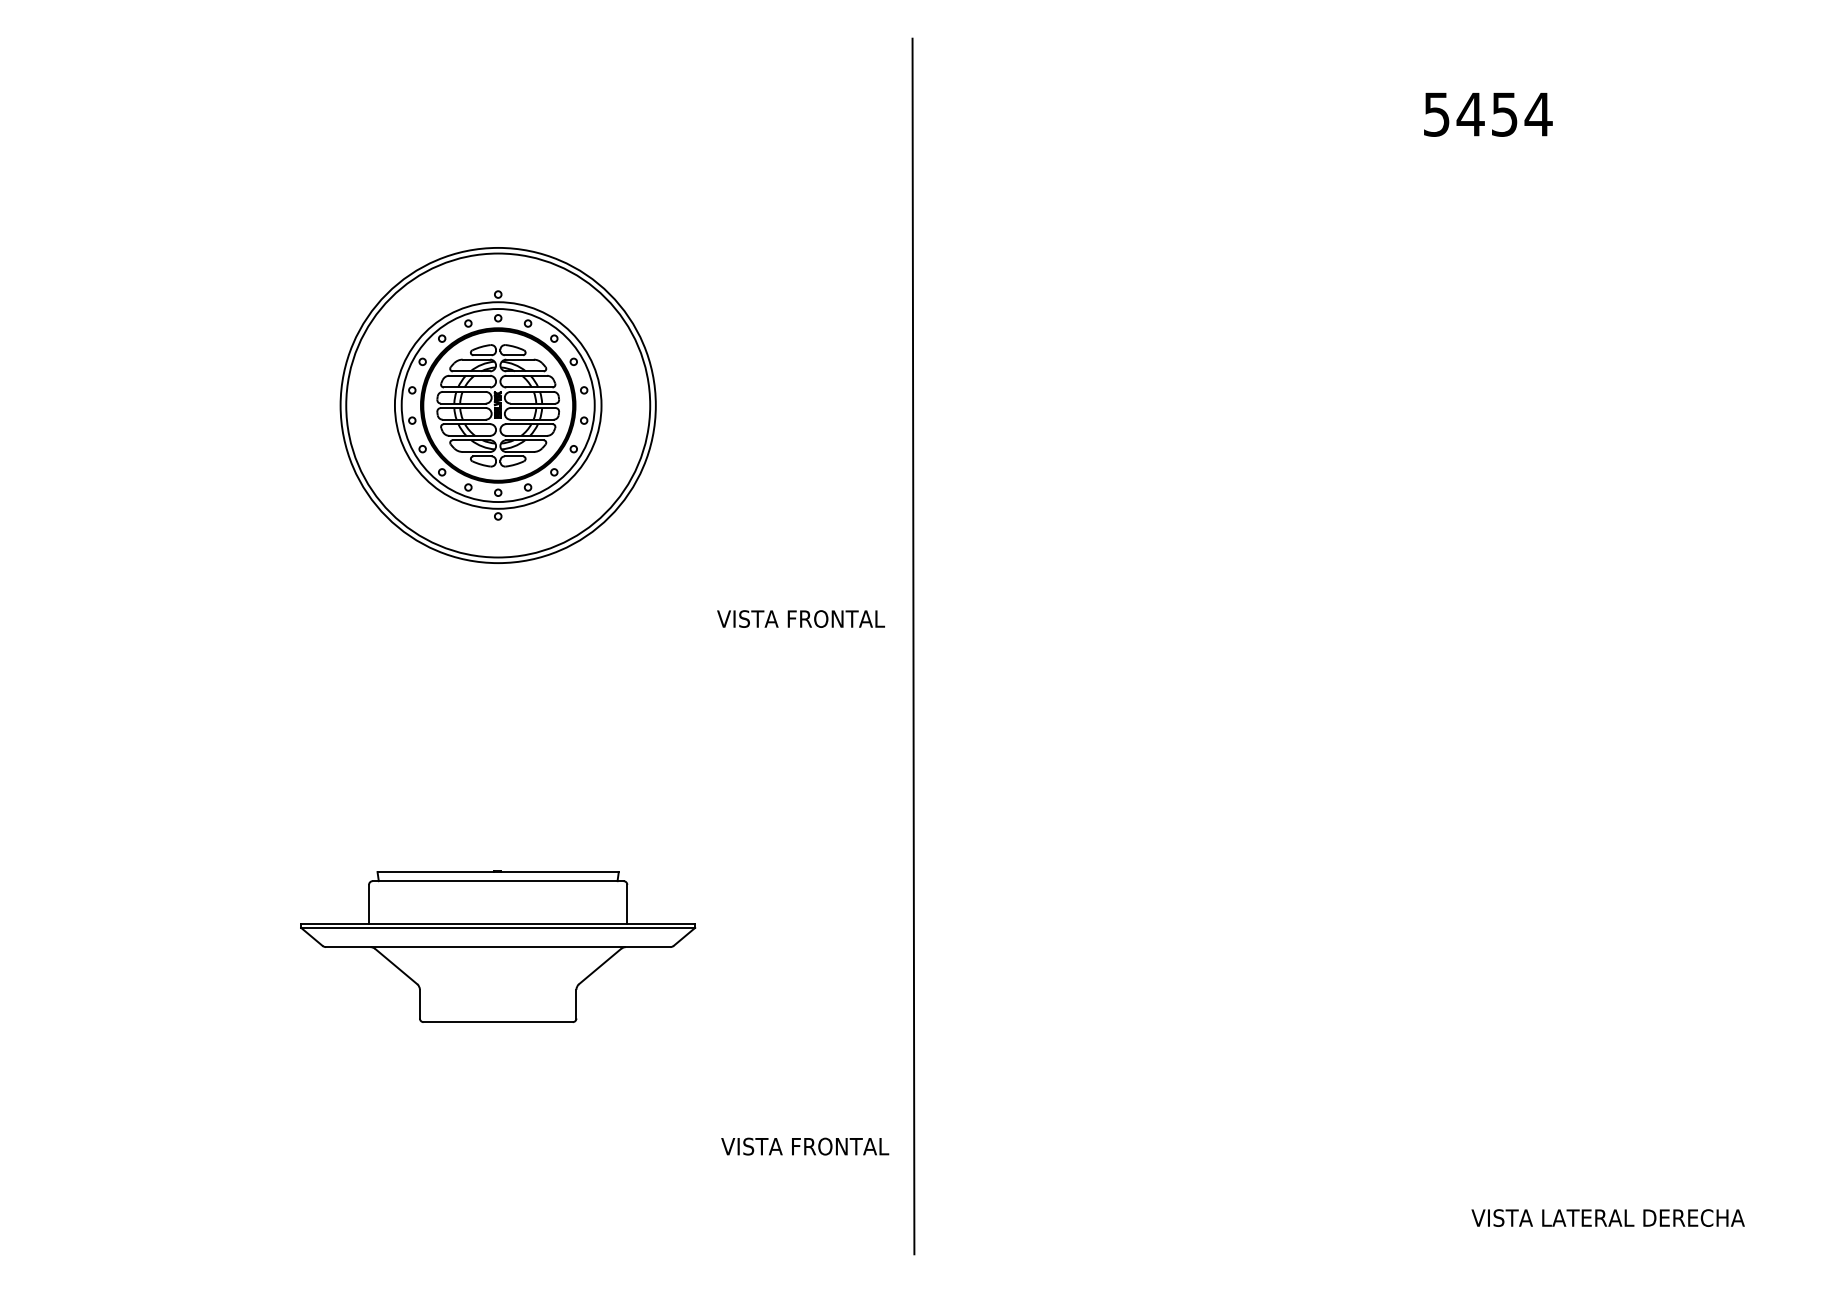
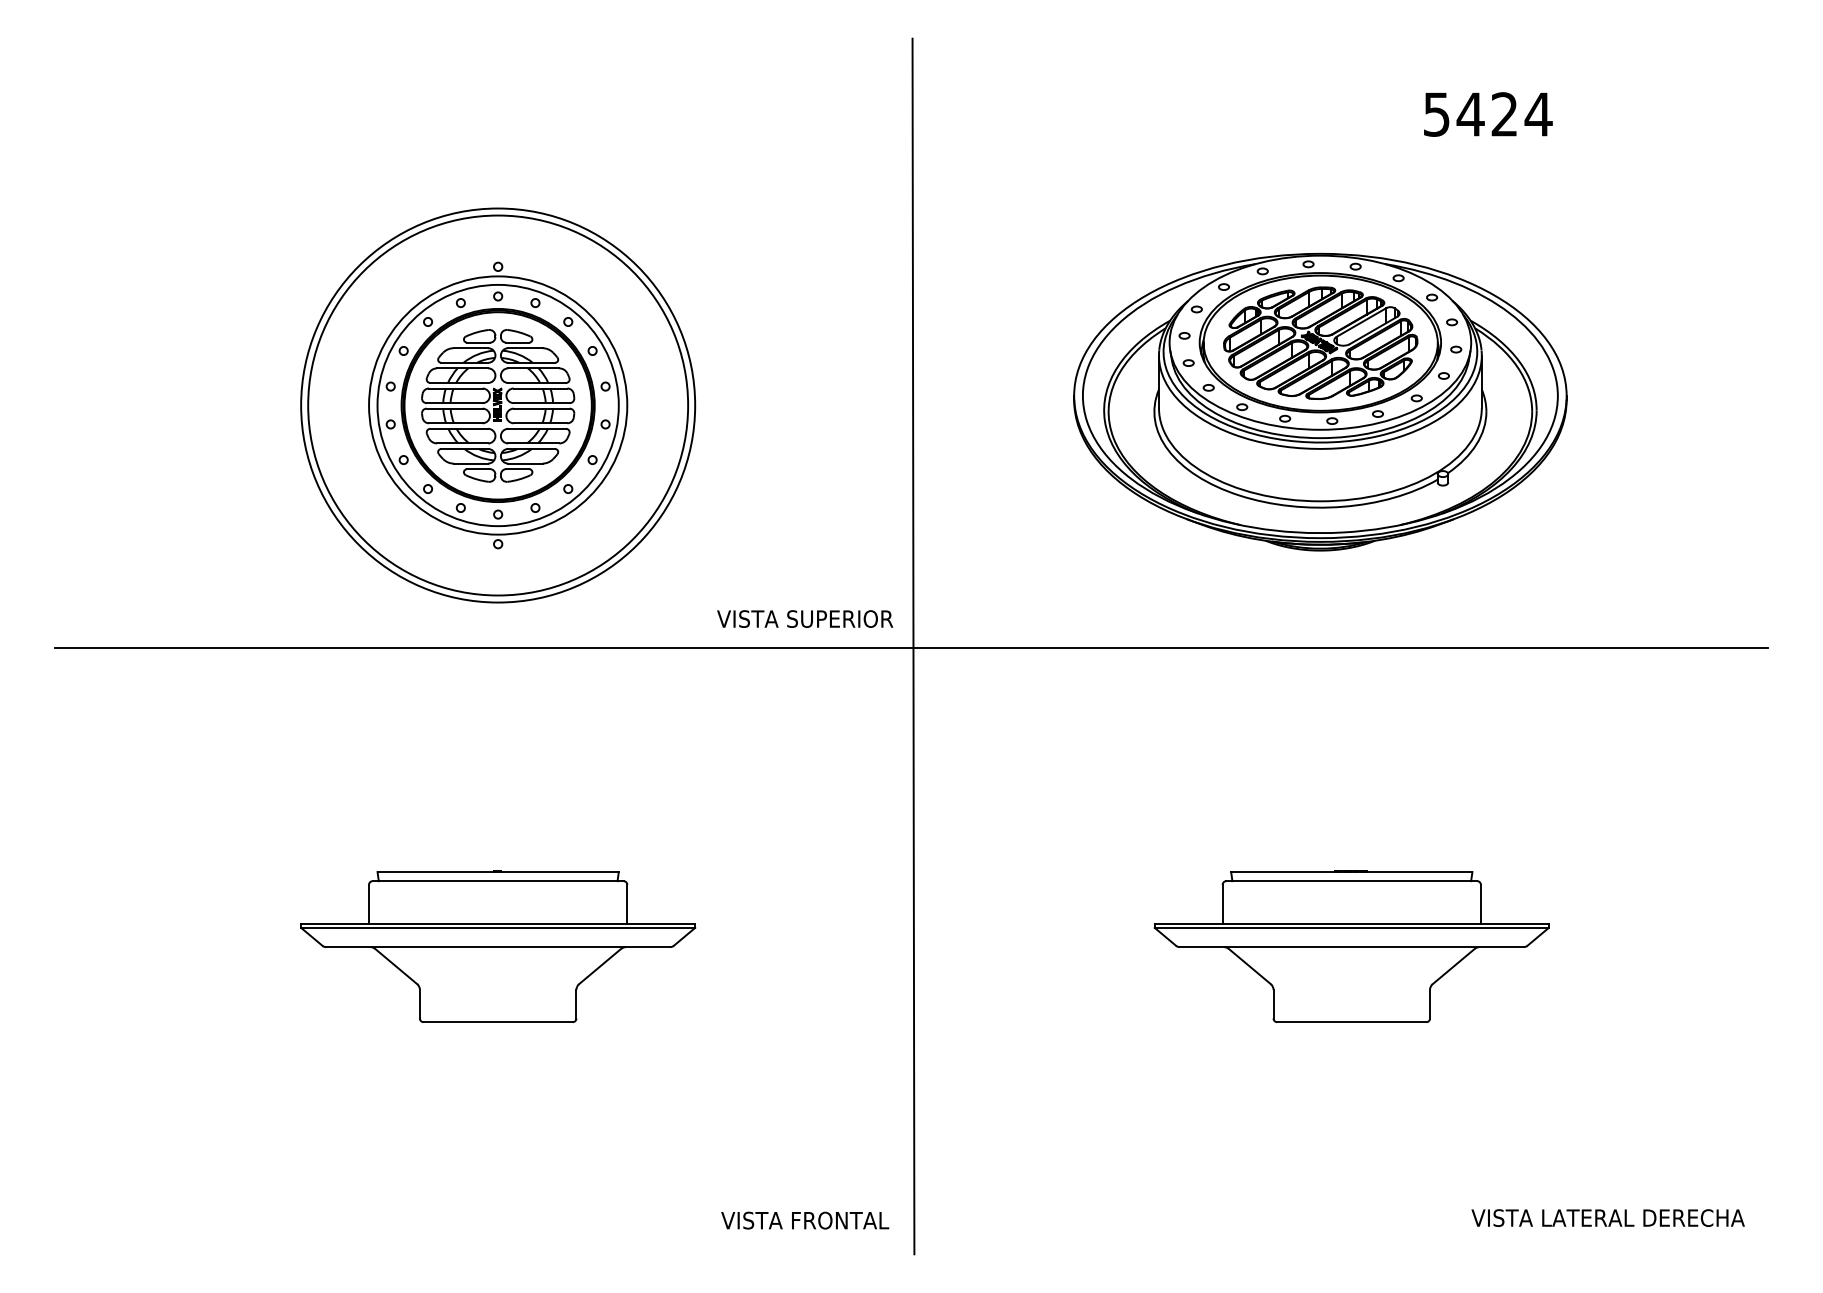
text at (1504, 114): 5454 -> 5424
part at (1320, 401): none -> present
part at (497, 405) size: 318x317 px -> 397x397 px
text at (840, 618): VISTA FRONTAL -> VISTA SUPERIOR
line at (911, 647): none -> present
part at (1351, 946): none -> present
text at (805, 1146) position: (805, 1146) -> (805, 1220)
